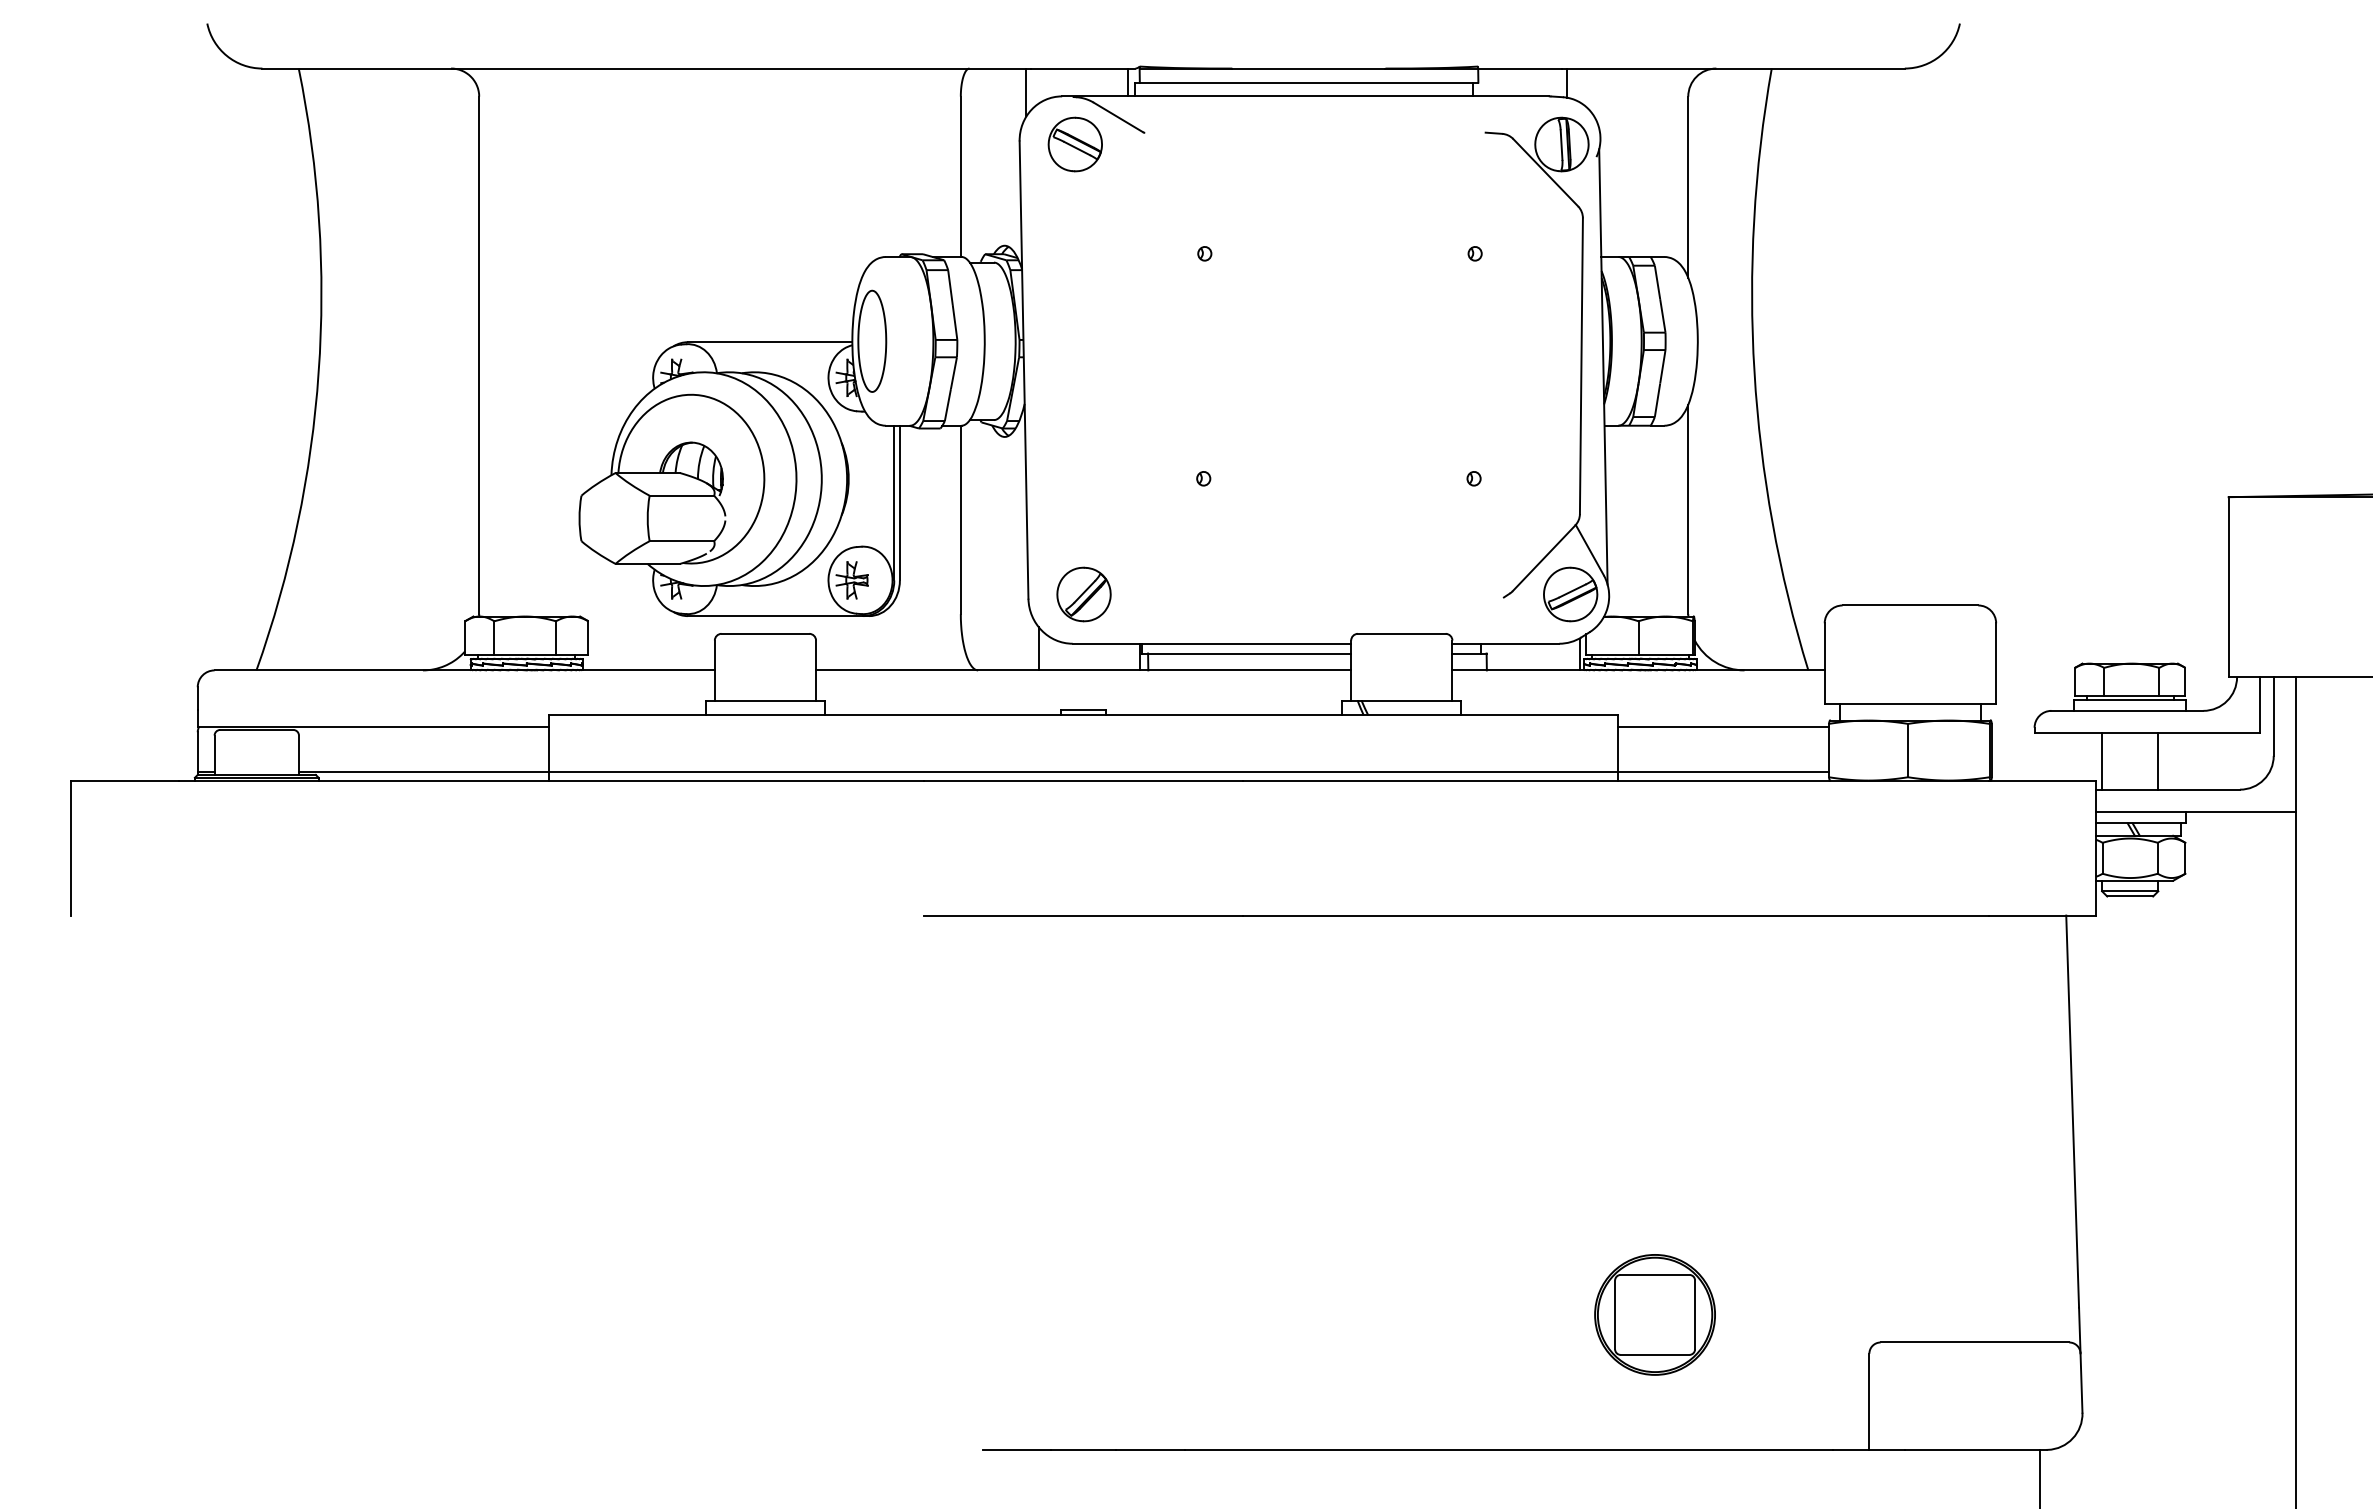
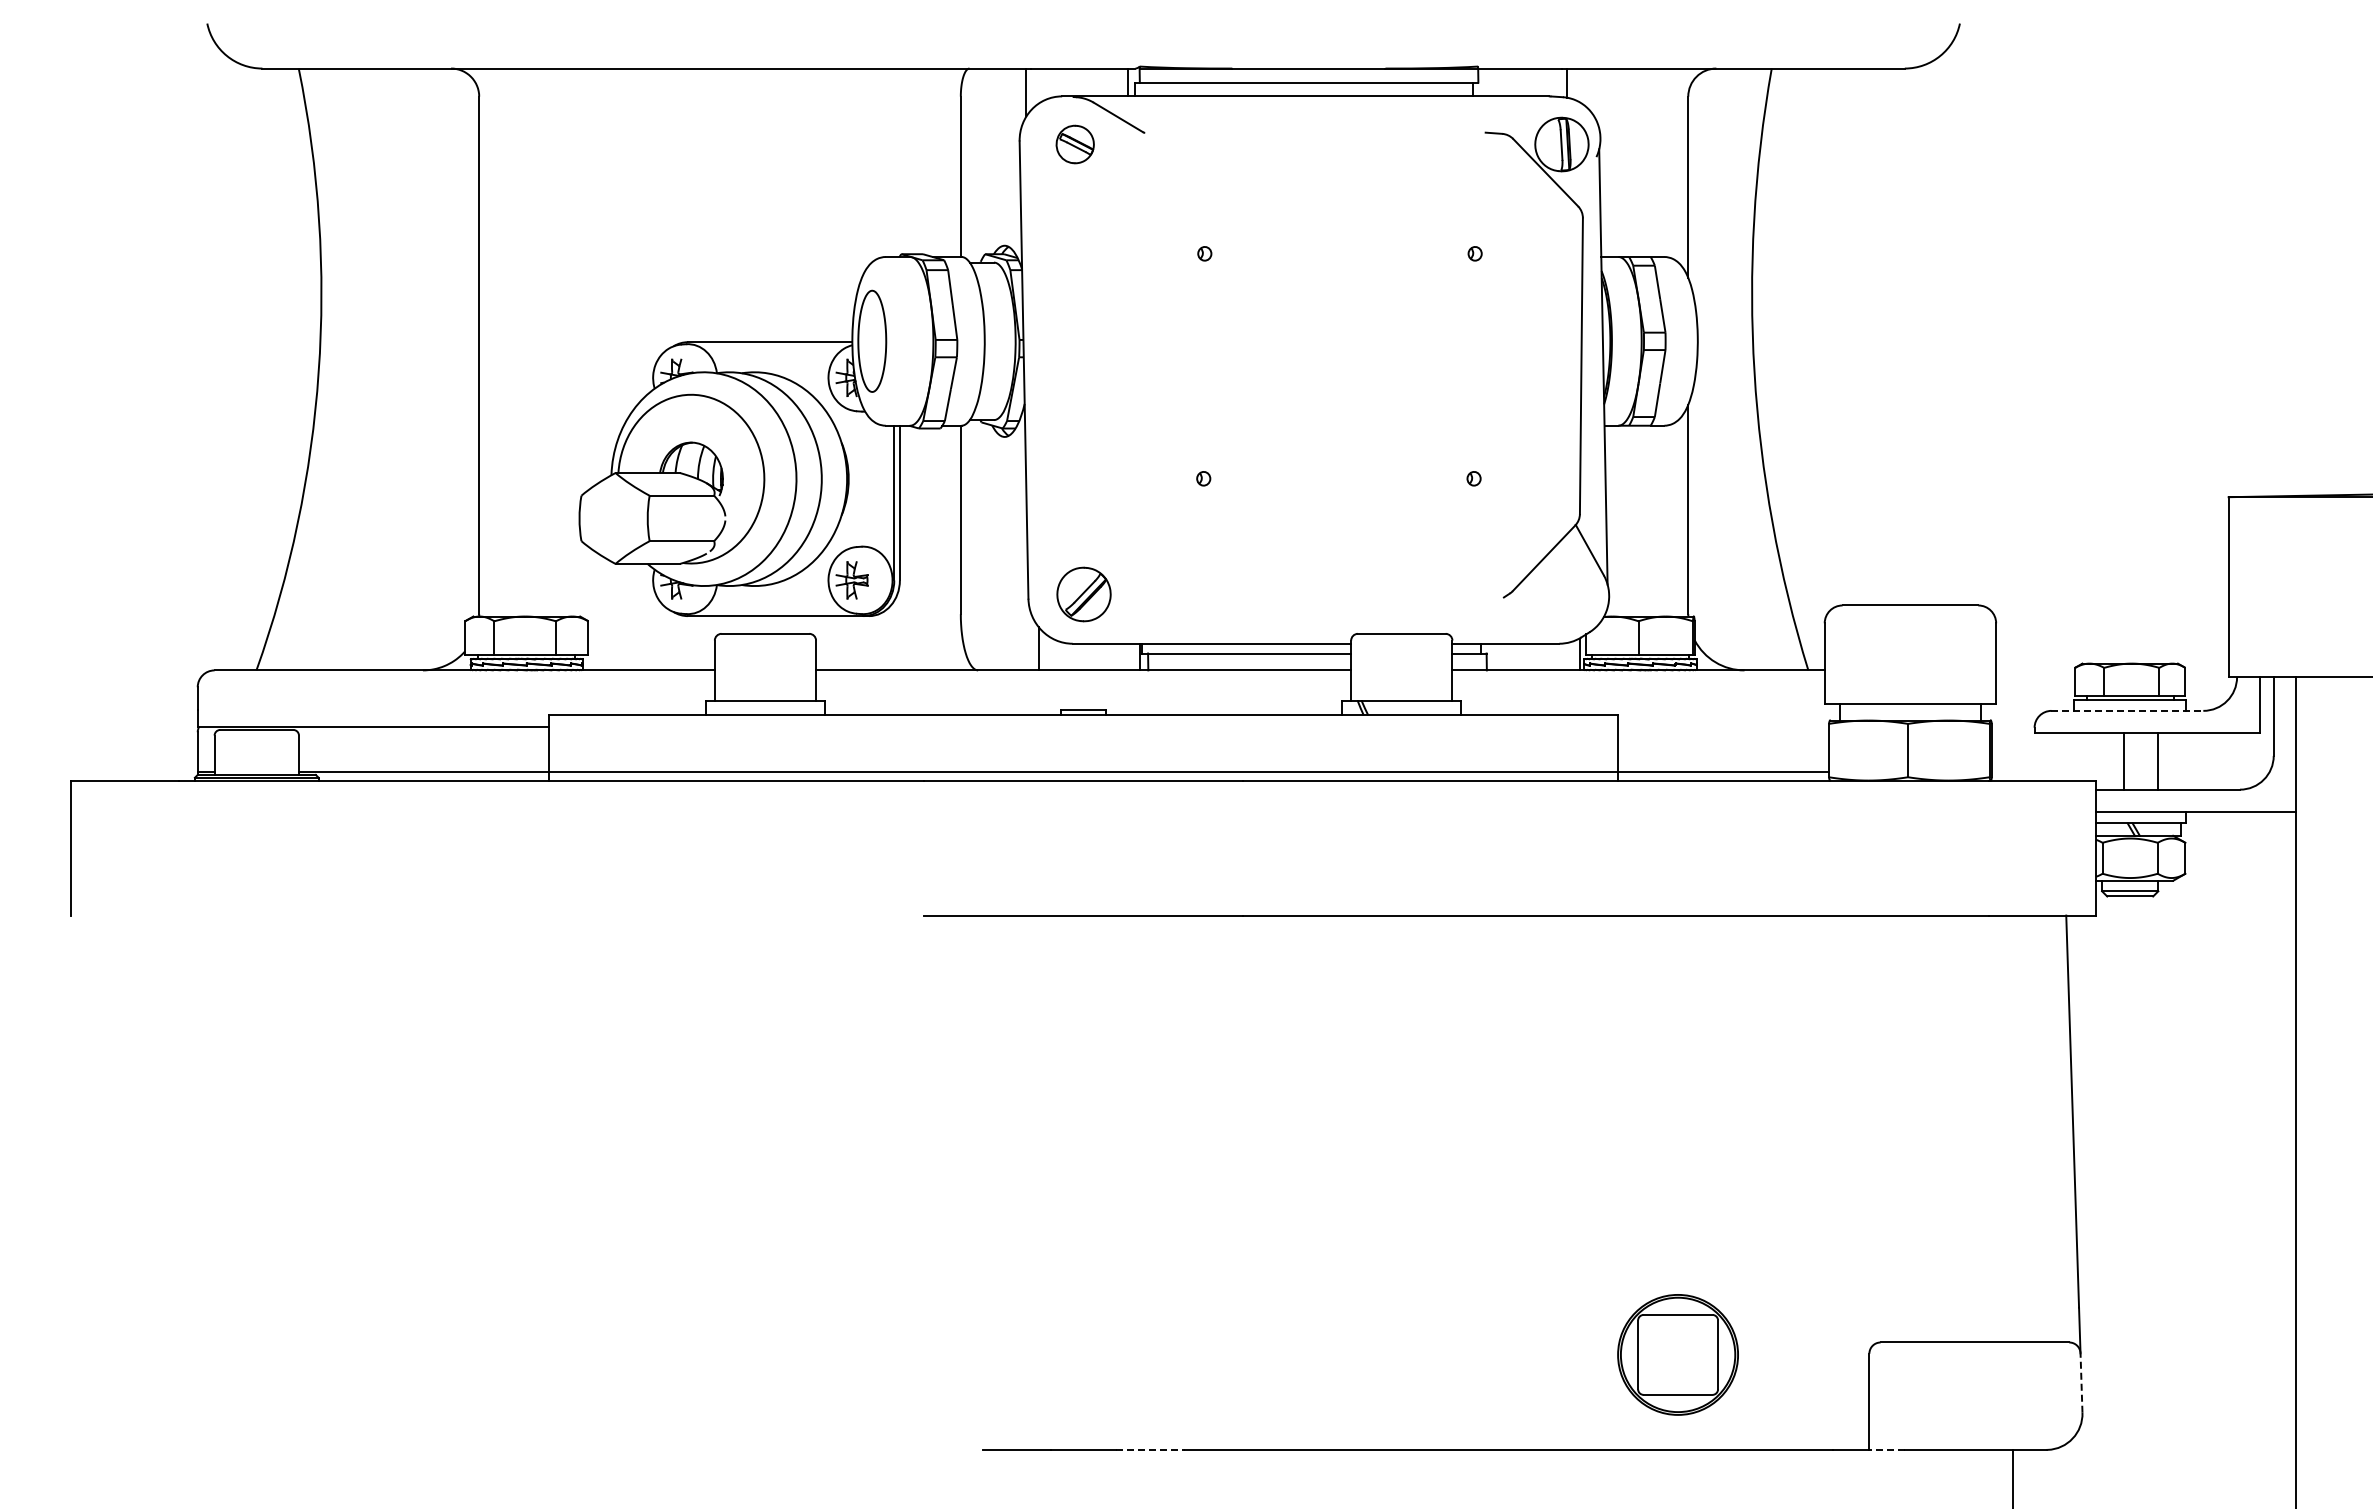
part at (1074, 144) size: 56x57 px -> 40x41 px
part at (1570, 594): present -> none
line at (2127, 710): solid -> dashed
line at (1722, 726): present -> none
line at (2102, 761) position: (2102, 761) -> (2124, 761)
part at (1654, 1314) position: (1654, 1314) -> (1677, 1354)
line at (2081, 1383): solid -> dashed
line at (1150, 1449): solid -> dashed
line at (1887, 1449): solid -> dashed
line at (2039, 1477) position: (2039, 1477) -> (2012, 1477)
